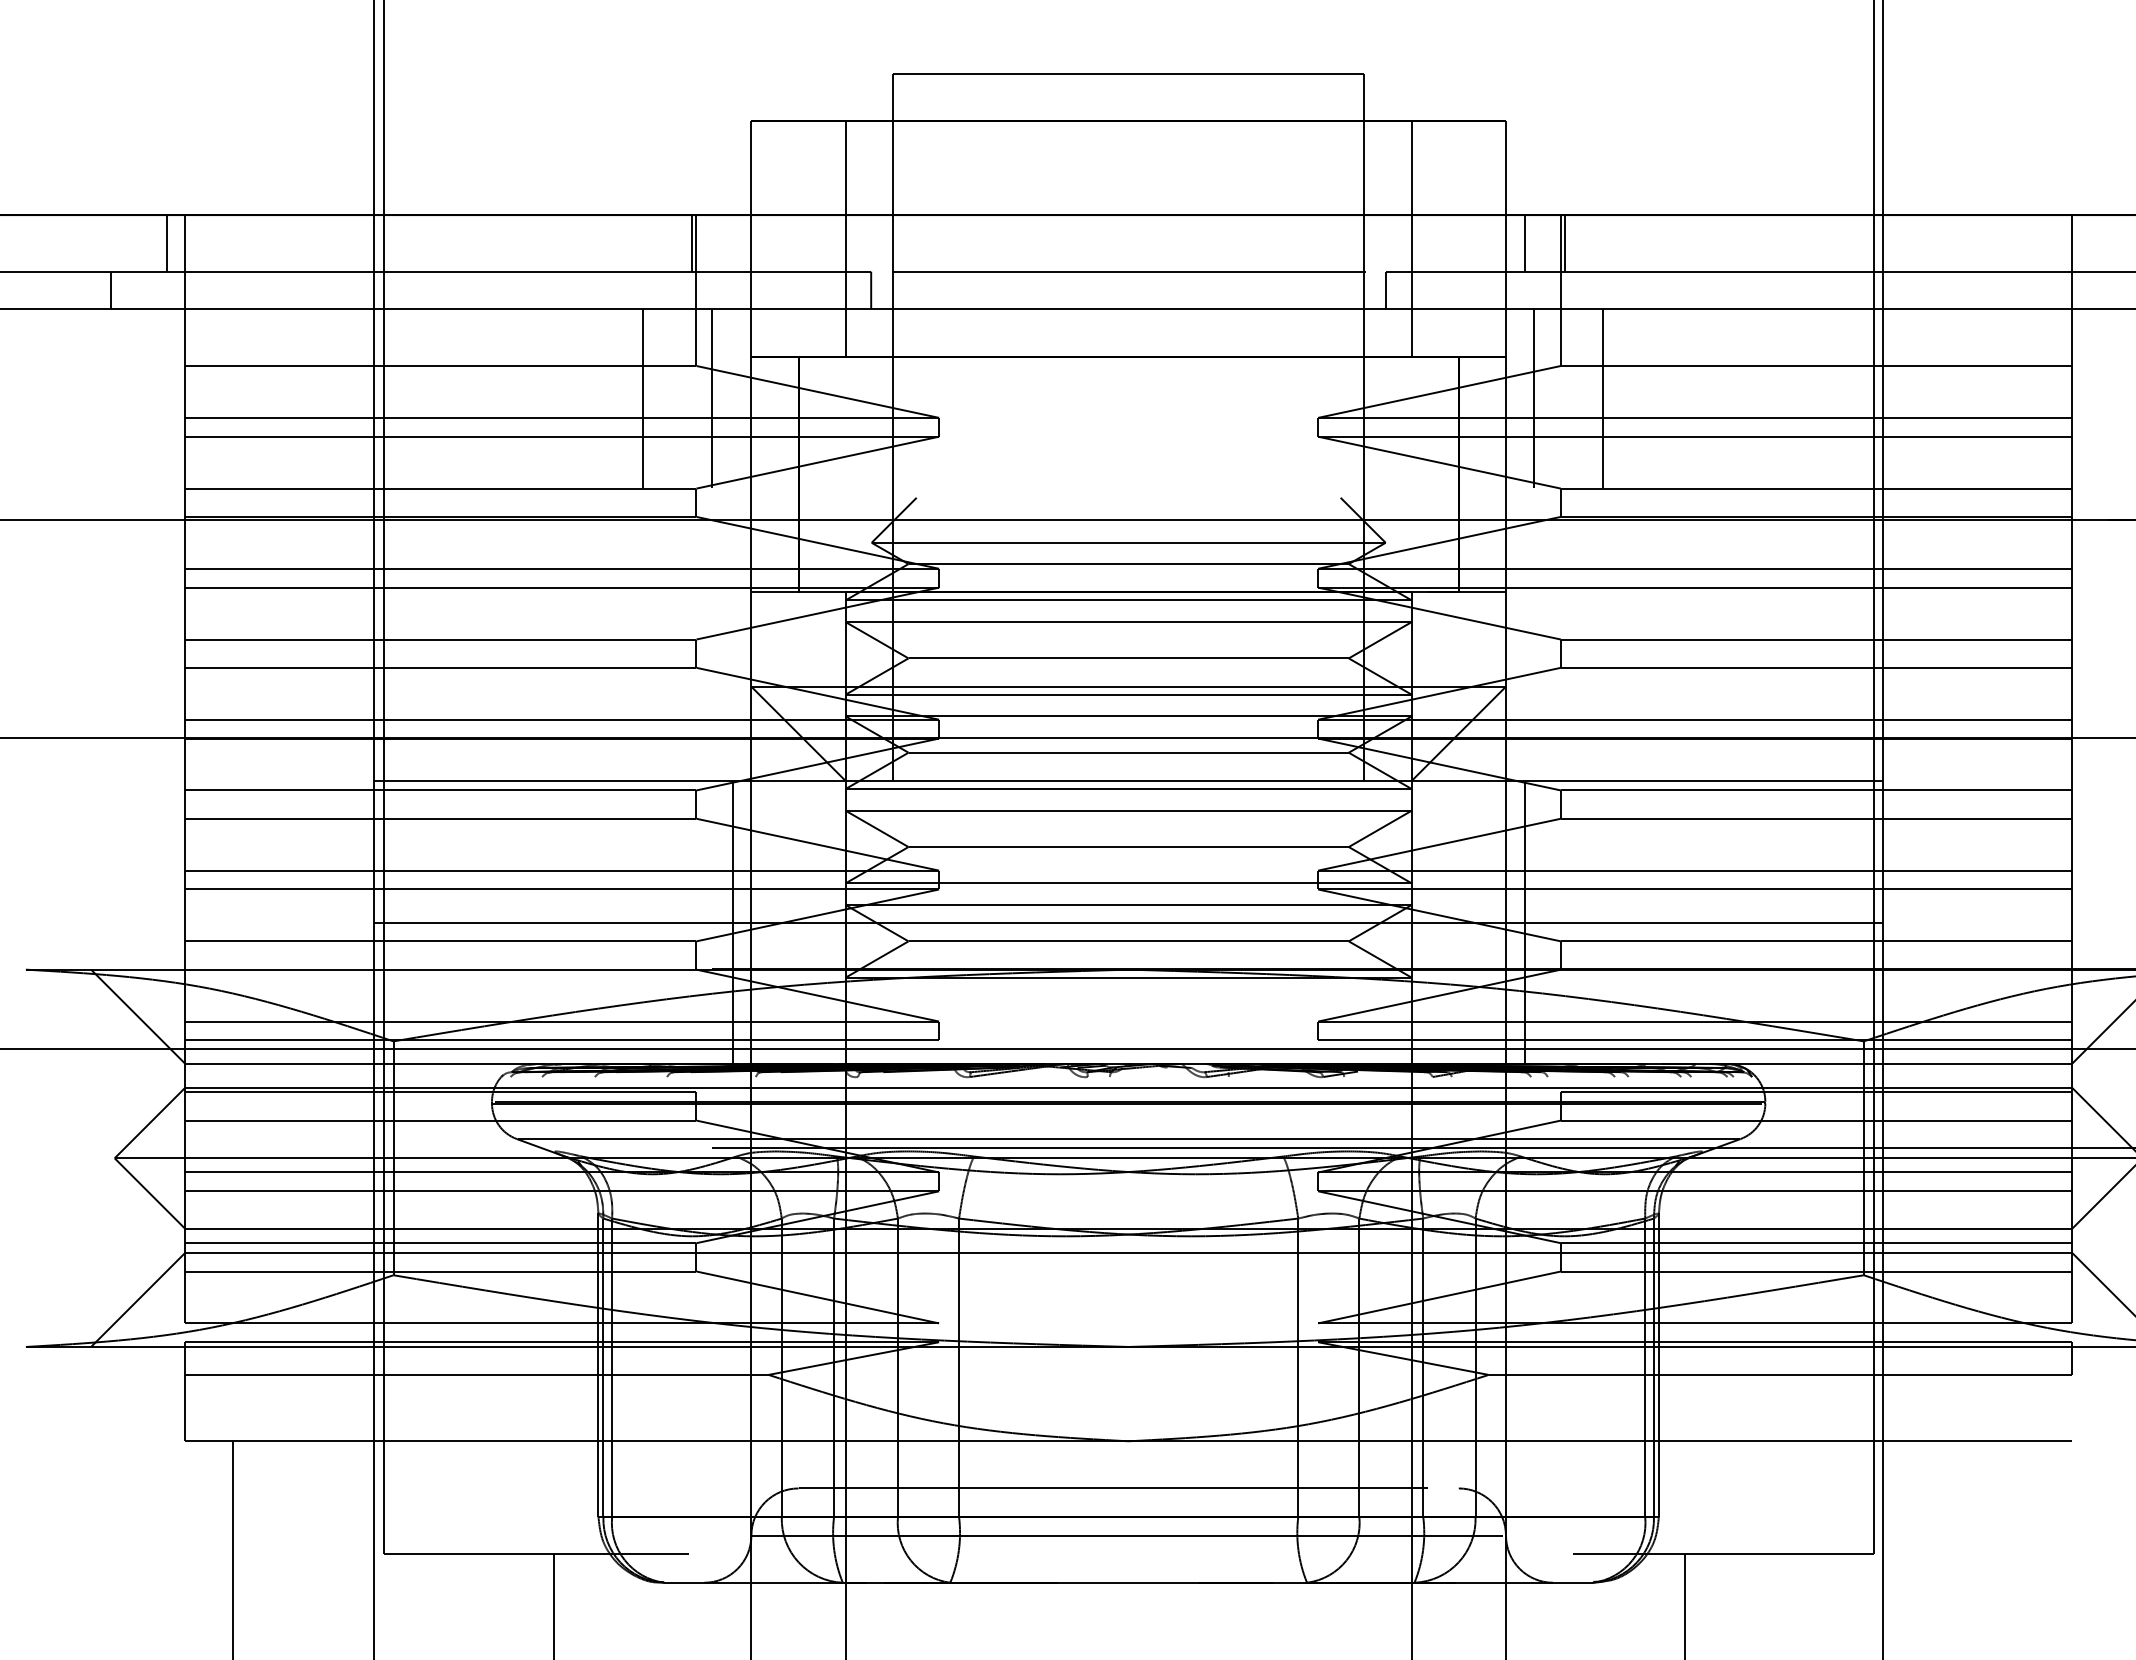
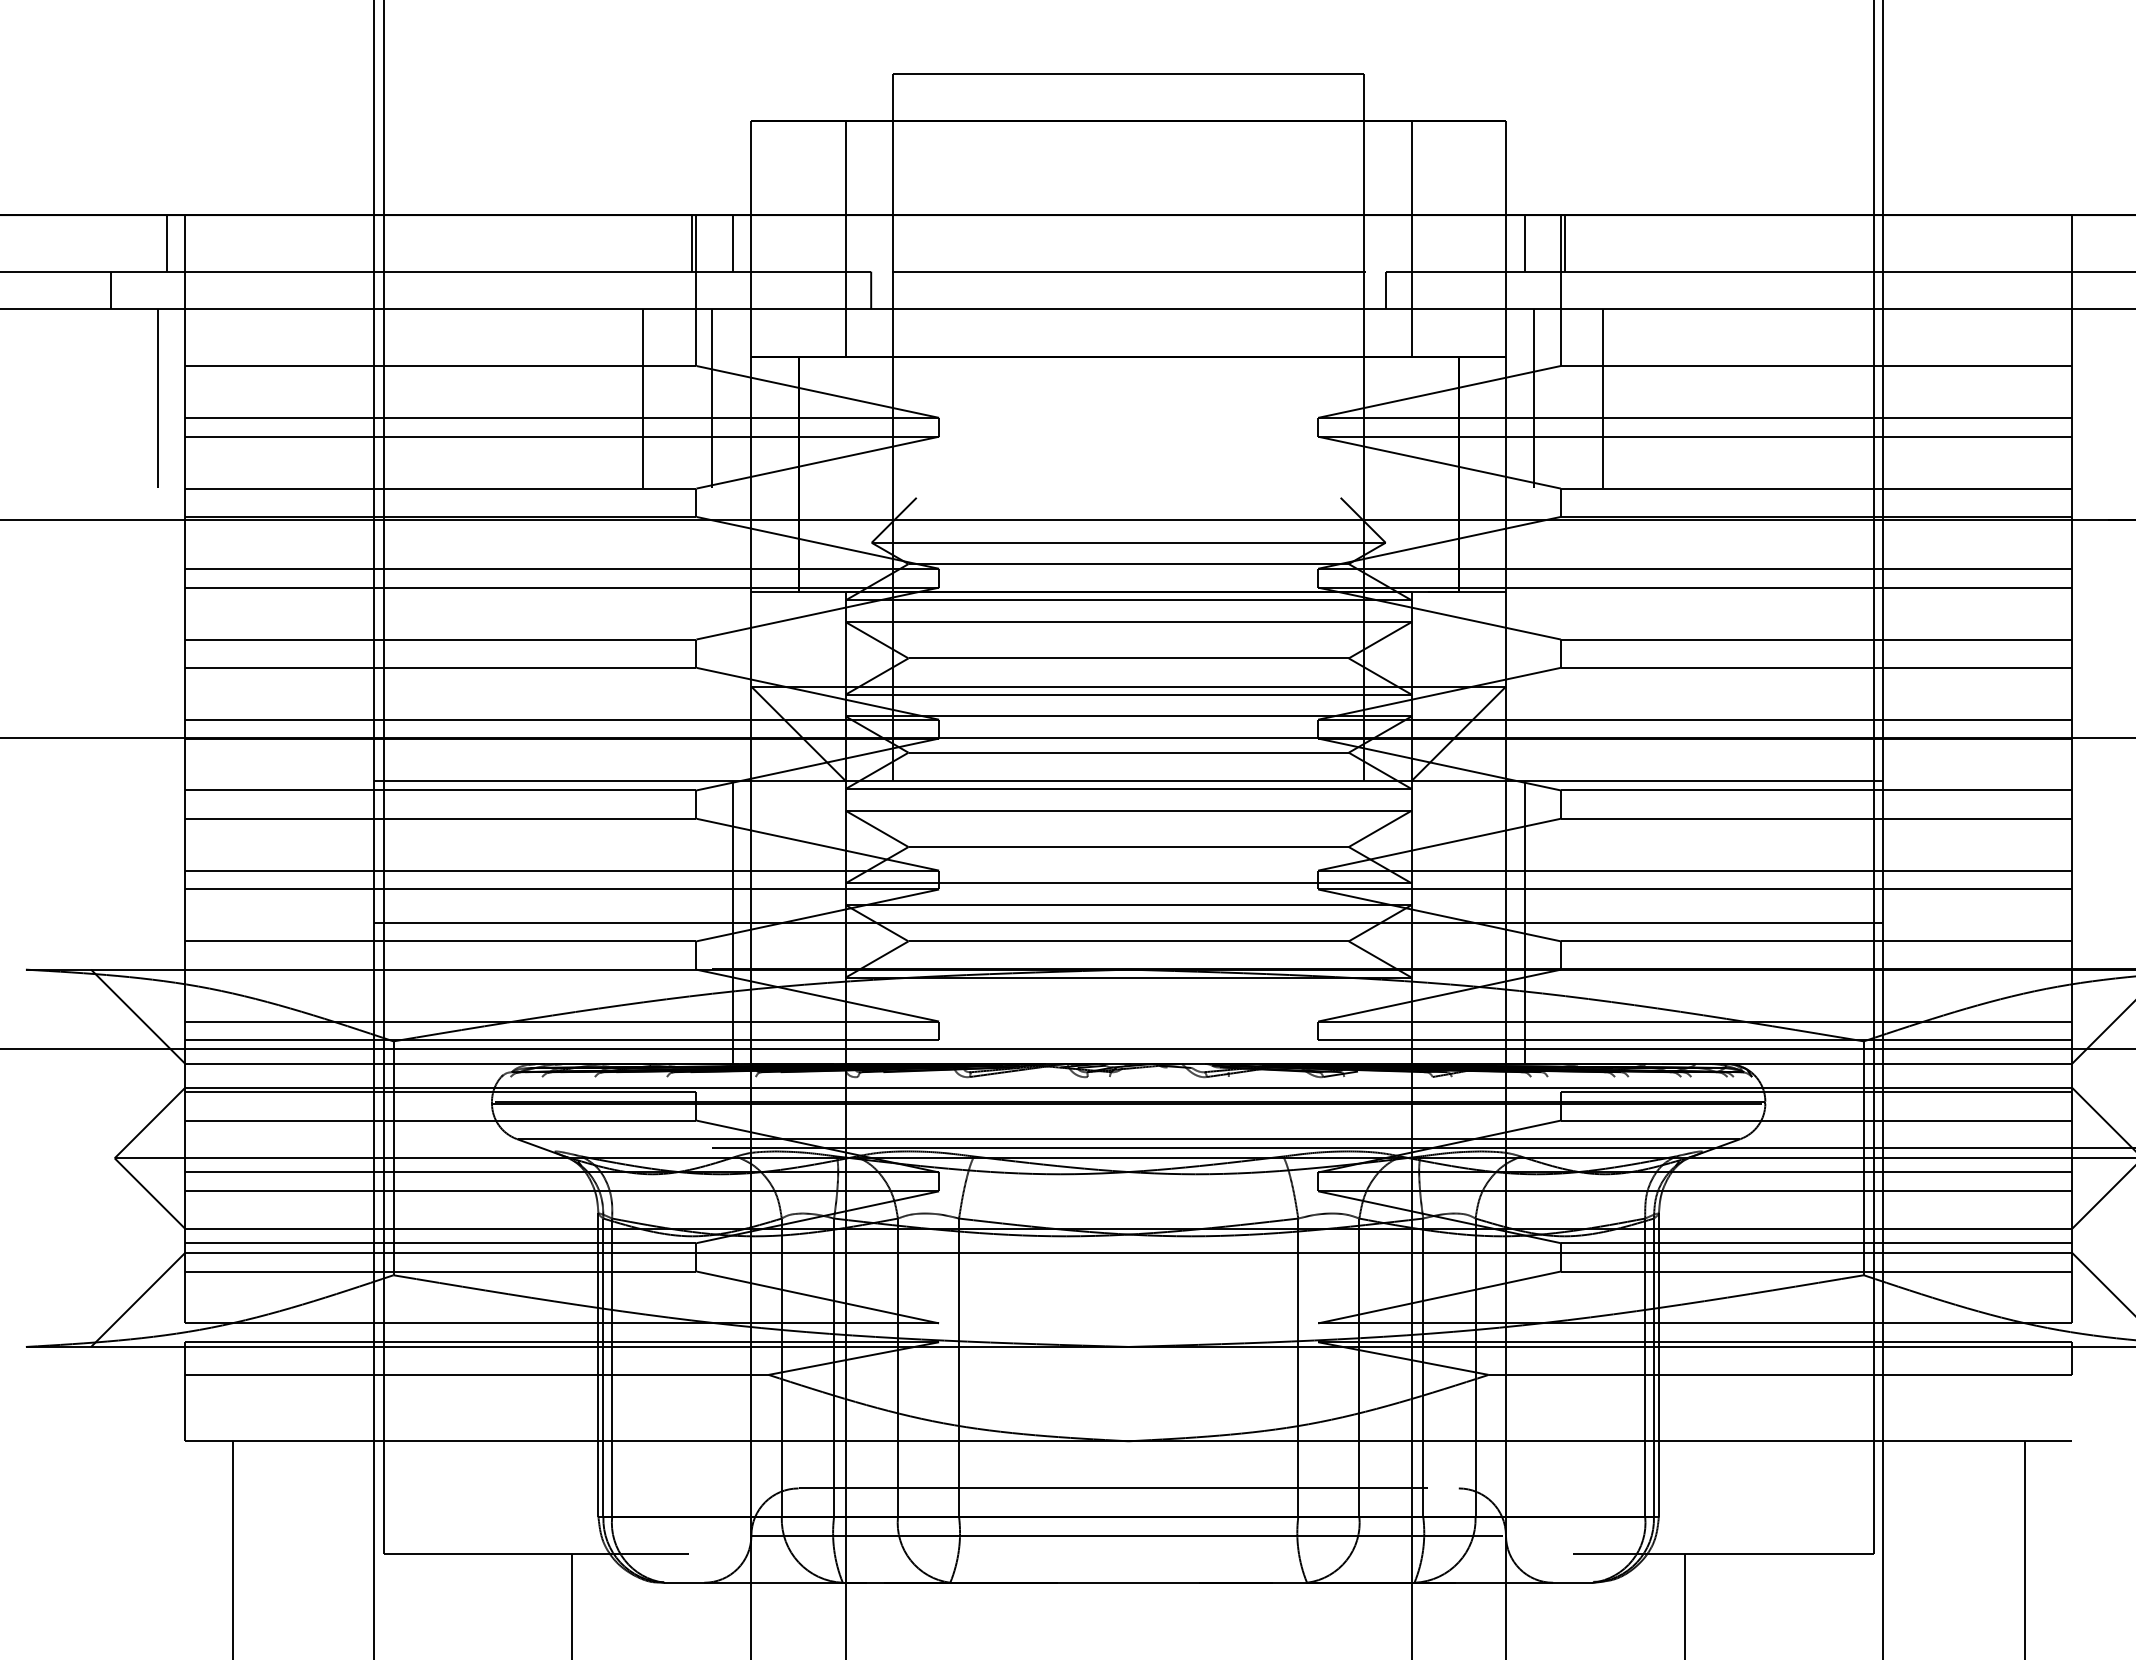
line at (732, 243): none -> present
line at (157, 398): none -> present
line at (2024, 1548): none -> present
line at (554, 1605) position: (554, 1605) -> (572, 1605)
